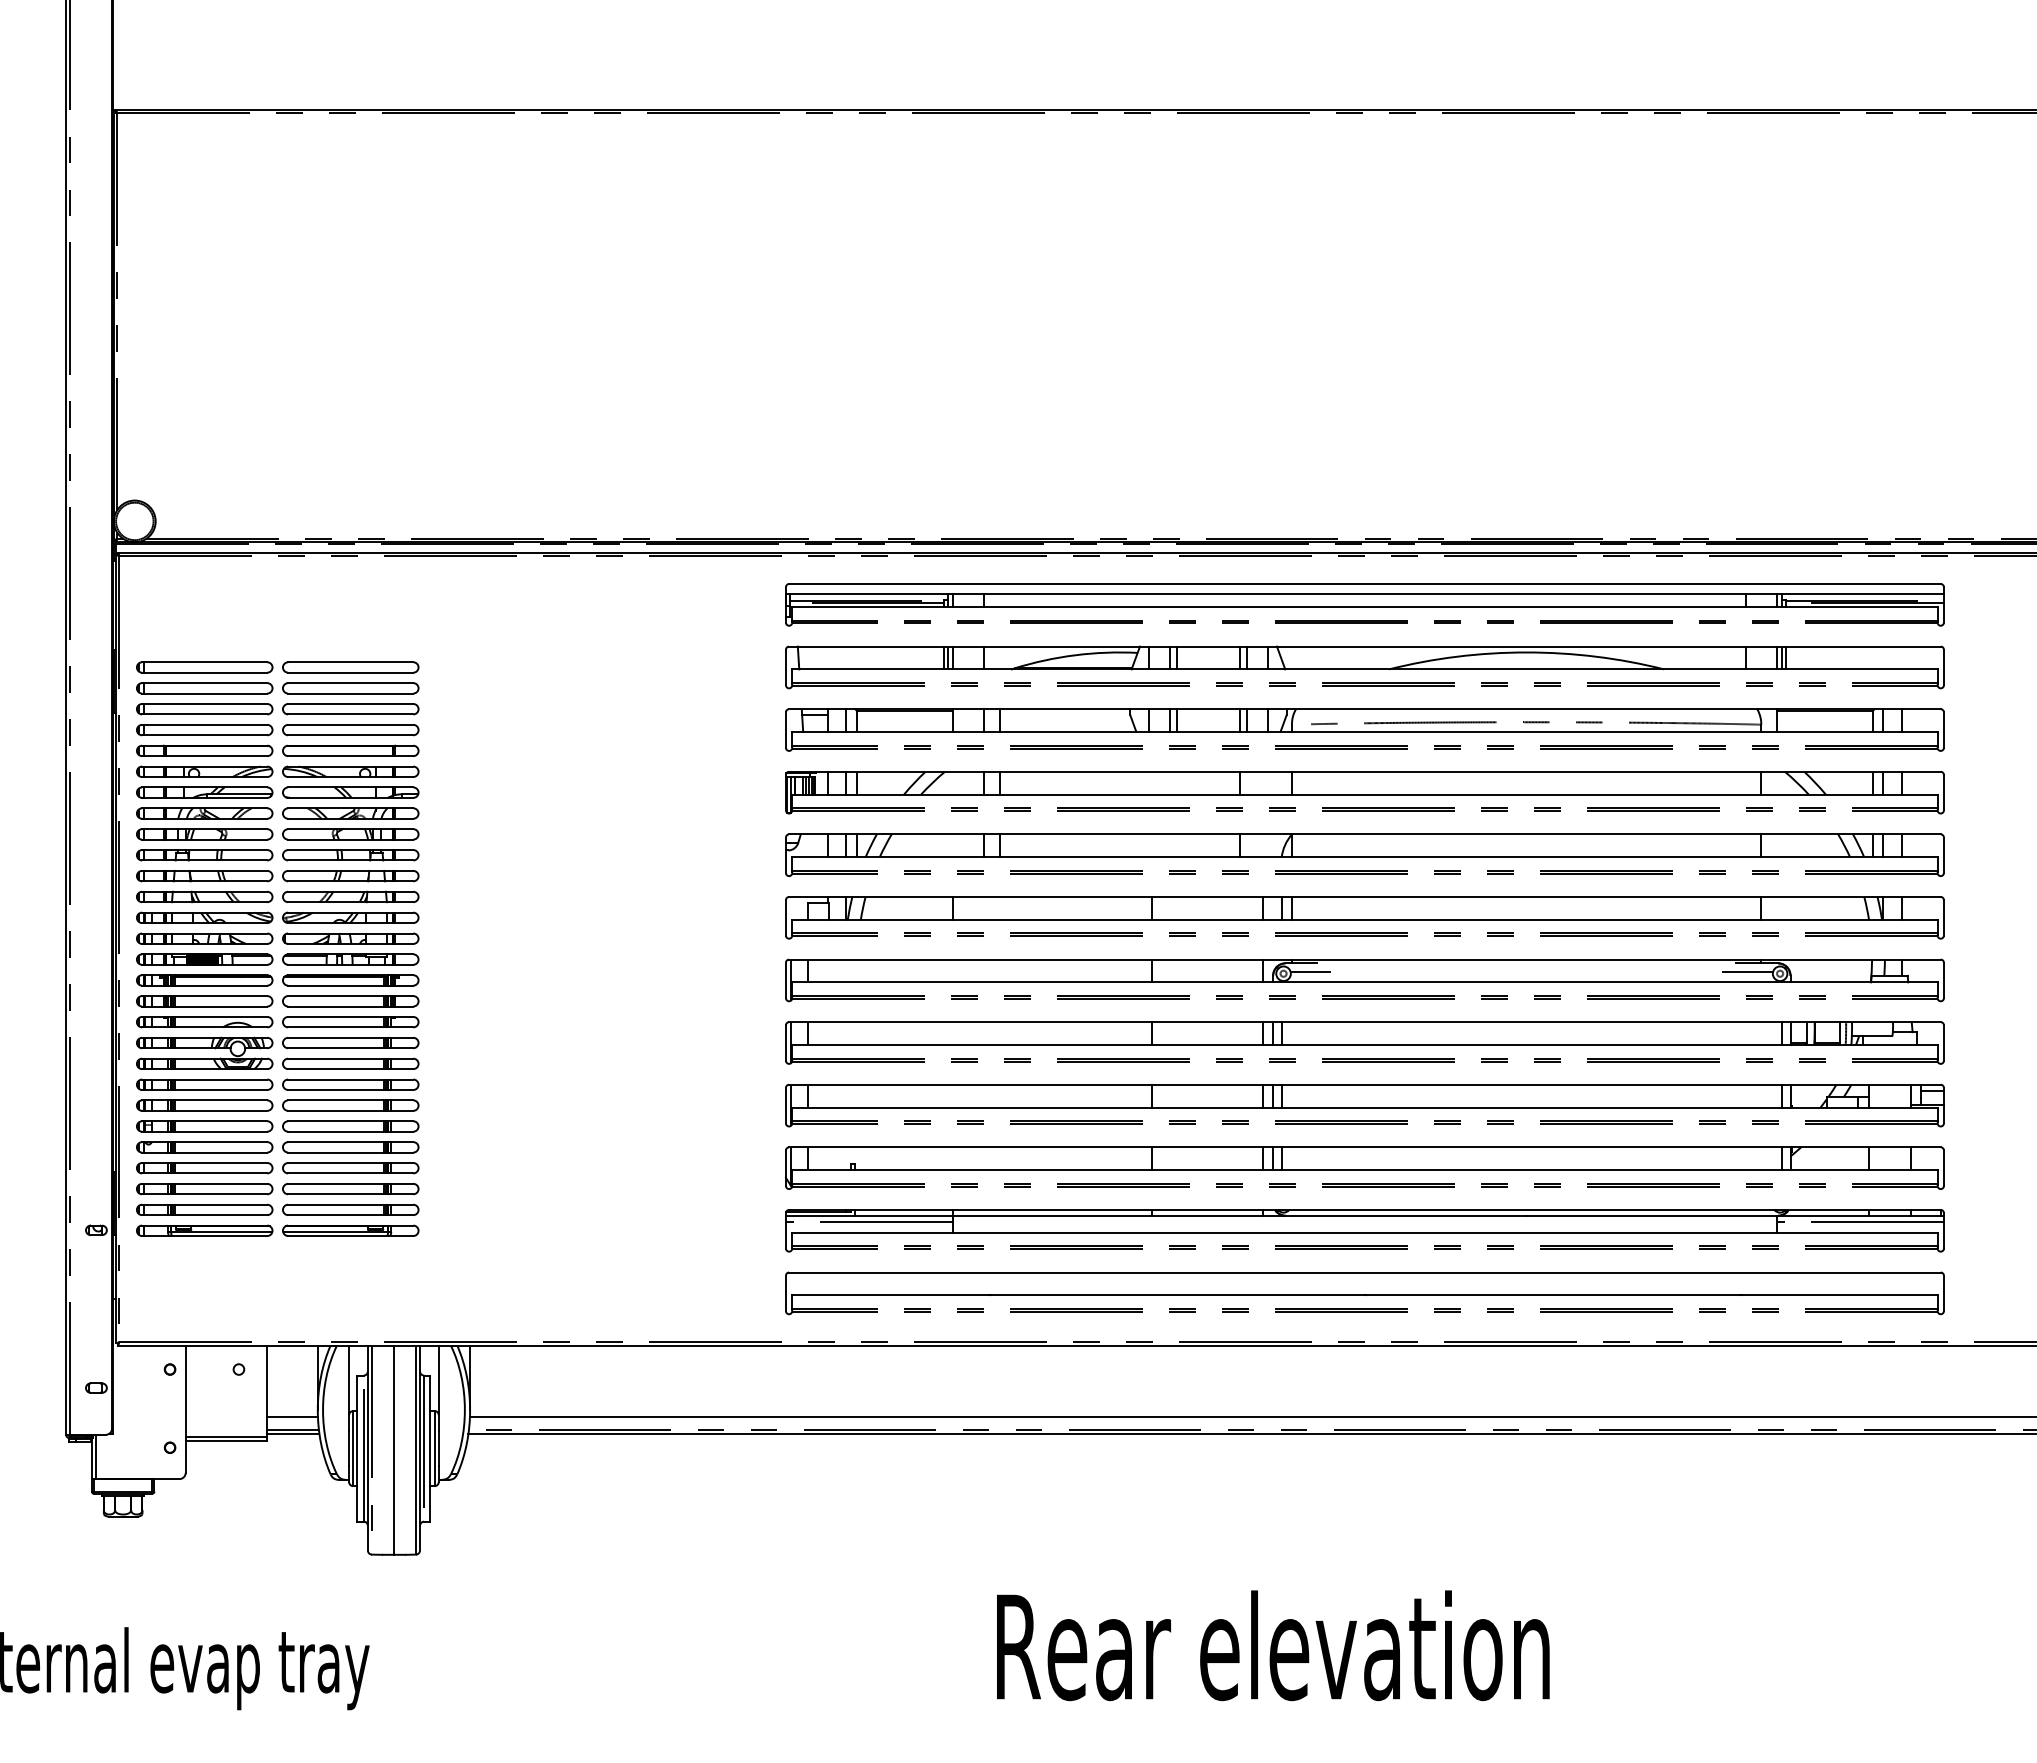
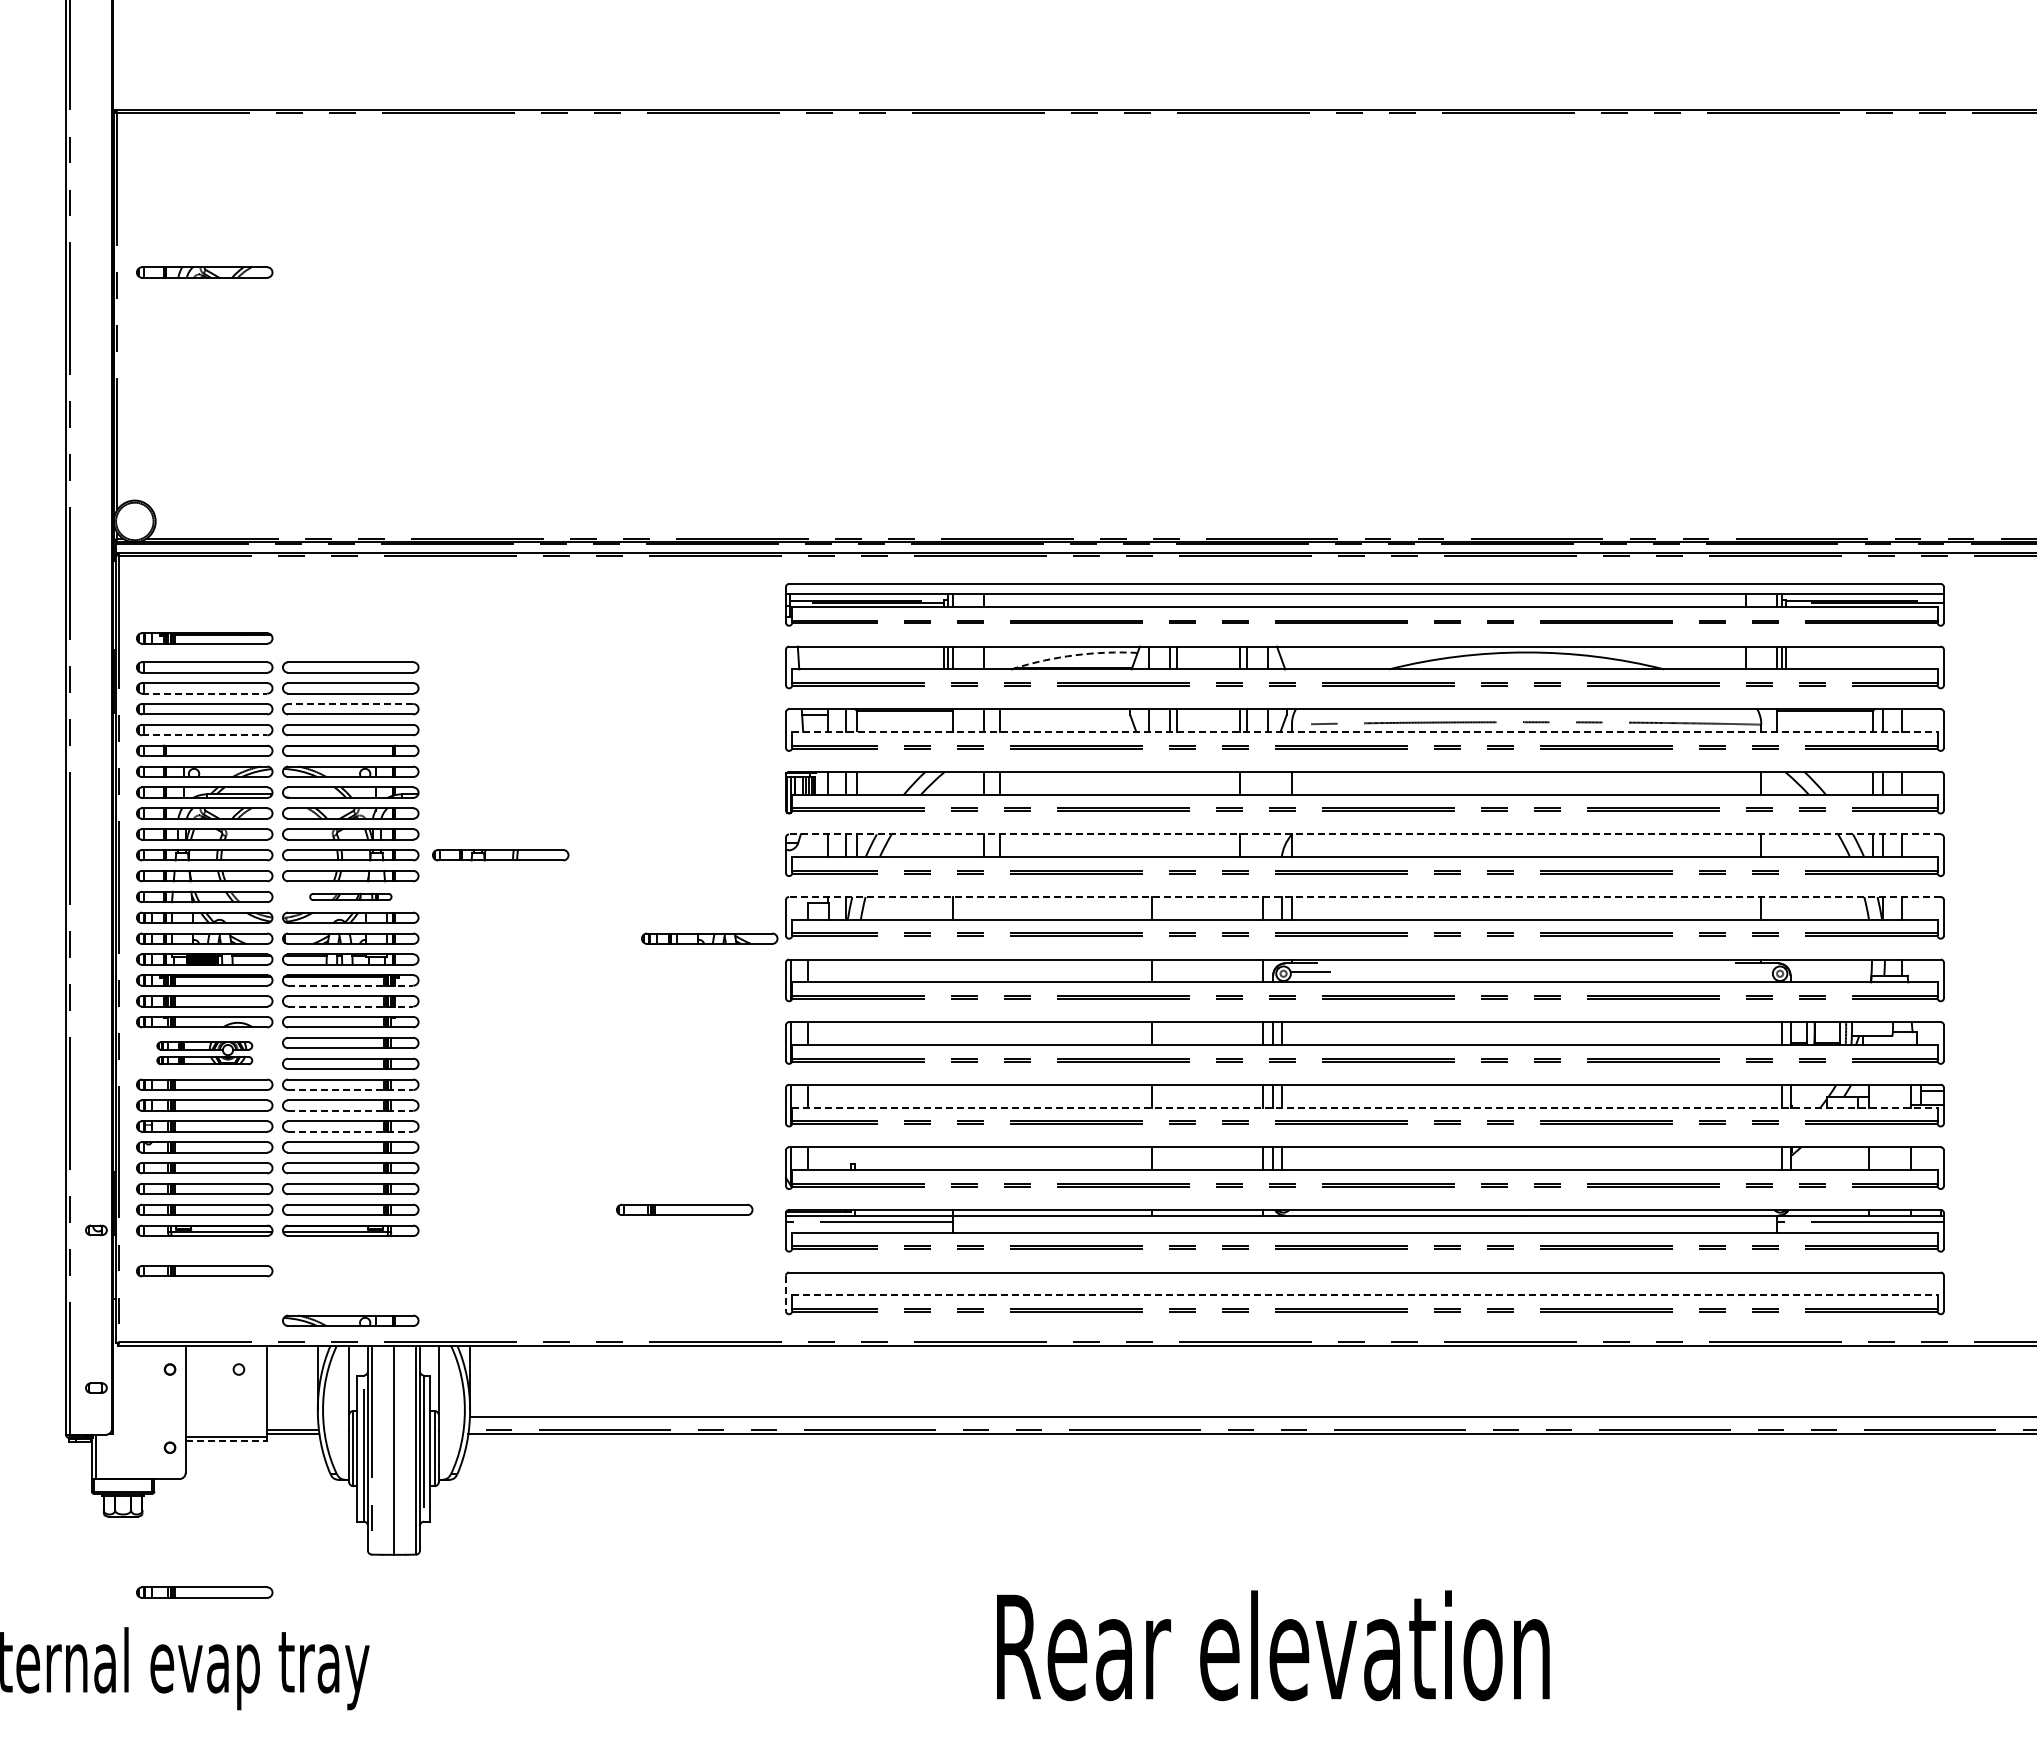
part at (204, 272): none -> present
part at (204, 638): none -> present
arc at (1075, 655): solid -> dashed
line at (204, 693): solid -> dashed
line at (350, 704): solid -> dashed
line at (1364, 731): solid -> dashed
line at (204, 735): solid -> dashed
line at (1364, 834): solid -> dashed
part at (500, 855): none -> present
part at (350, 896) size: 138x14 px -> 84x9 px
line at (1364, 896): solid -> dashed
part at (709, 938): none -> present
line at (1748, 971): present -> none
line at (350, 985): solid -> dashed
line at (350, 1006): solid -> dashed
part at (204, 1052) size: 138x34 px -> 98x25 px
line at (350, 1089): solid -> dashed
line at (1364, 1107): solid -> dashed
line at (350, 1110): solid -> dashed
line at (350, 1131): solid -> dashed
part at (684, 1209): none -> present
part at (204, 1271): none -> present
line at (785, 1293): solid -> dashed
line at (1364, 1295): solid -> dashed
part at (350, 1320): none -> present
line at (292, 1417): present -> none
line at (226, 1441): solid -> dashed
part at (204, 1592): none -> present
